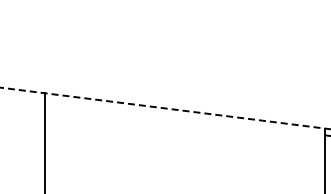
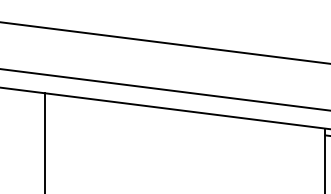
line at (164, 42): none -> present
line at (164, 89): none -> present
line at (164, 108): dashed -> solid
